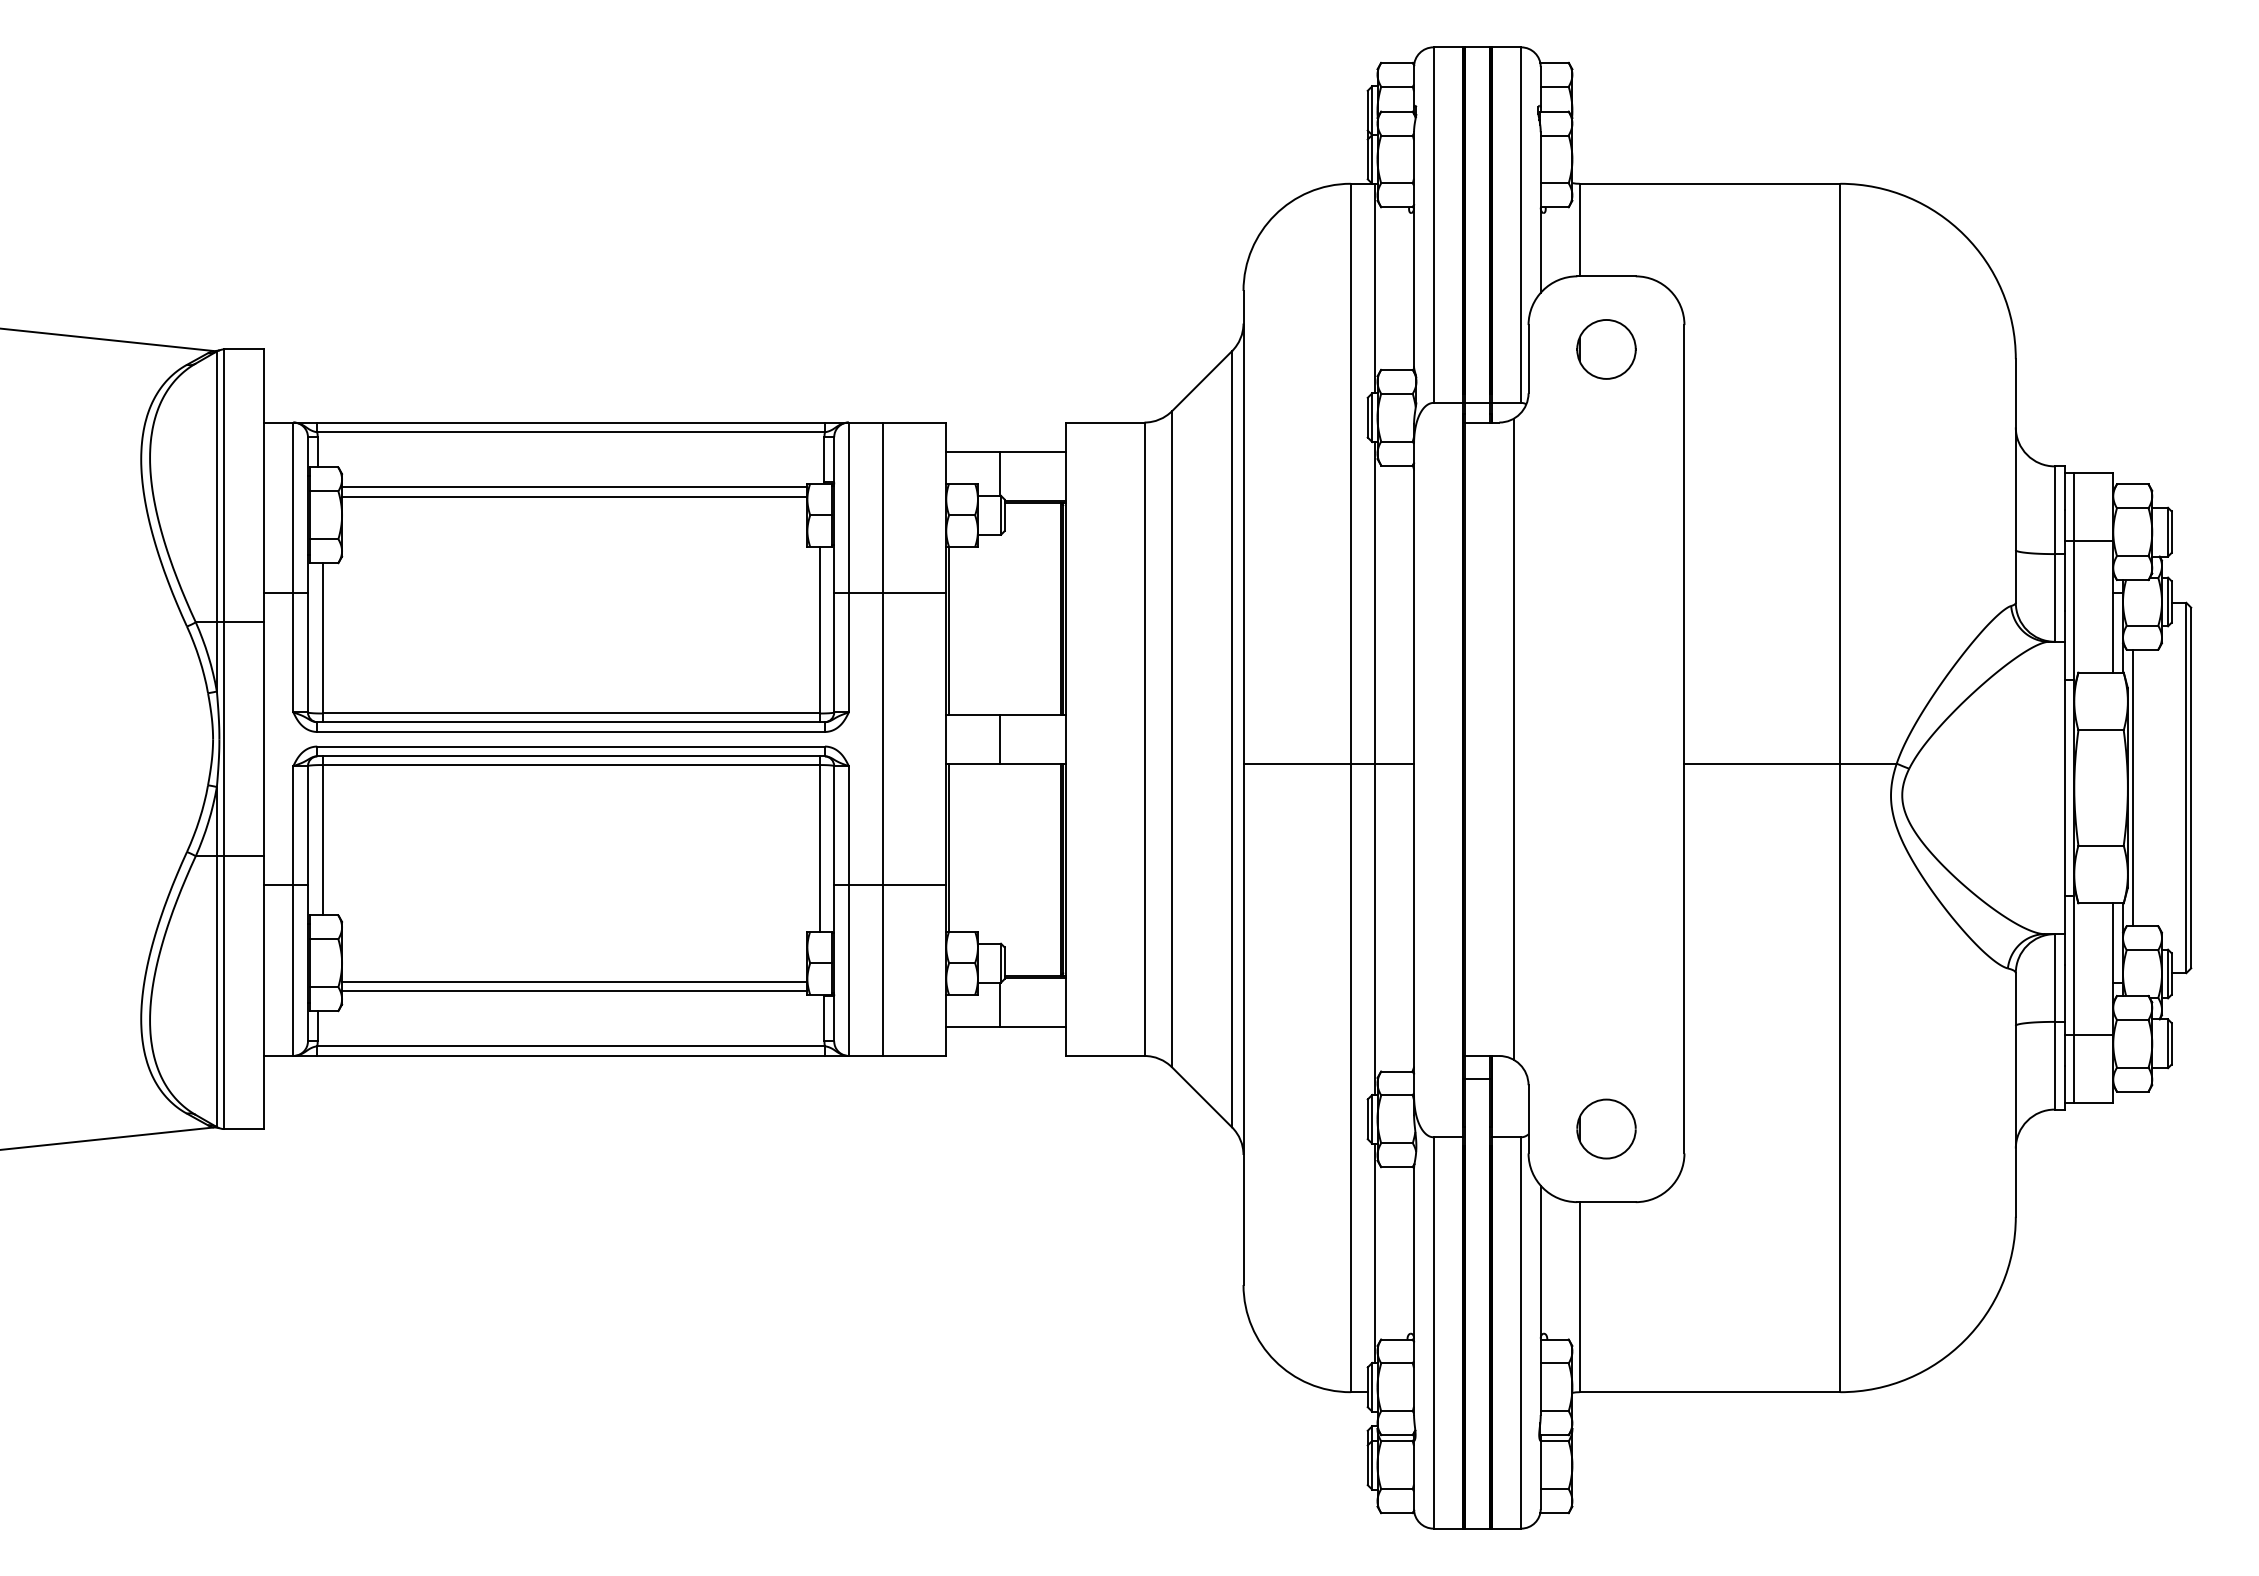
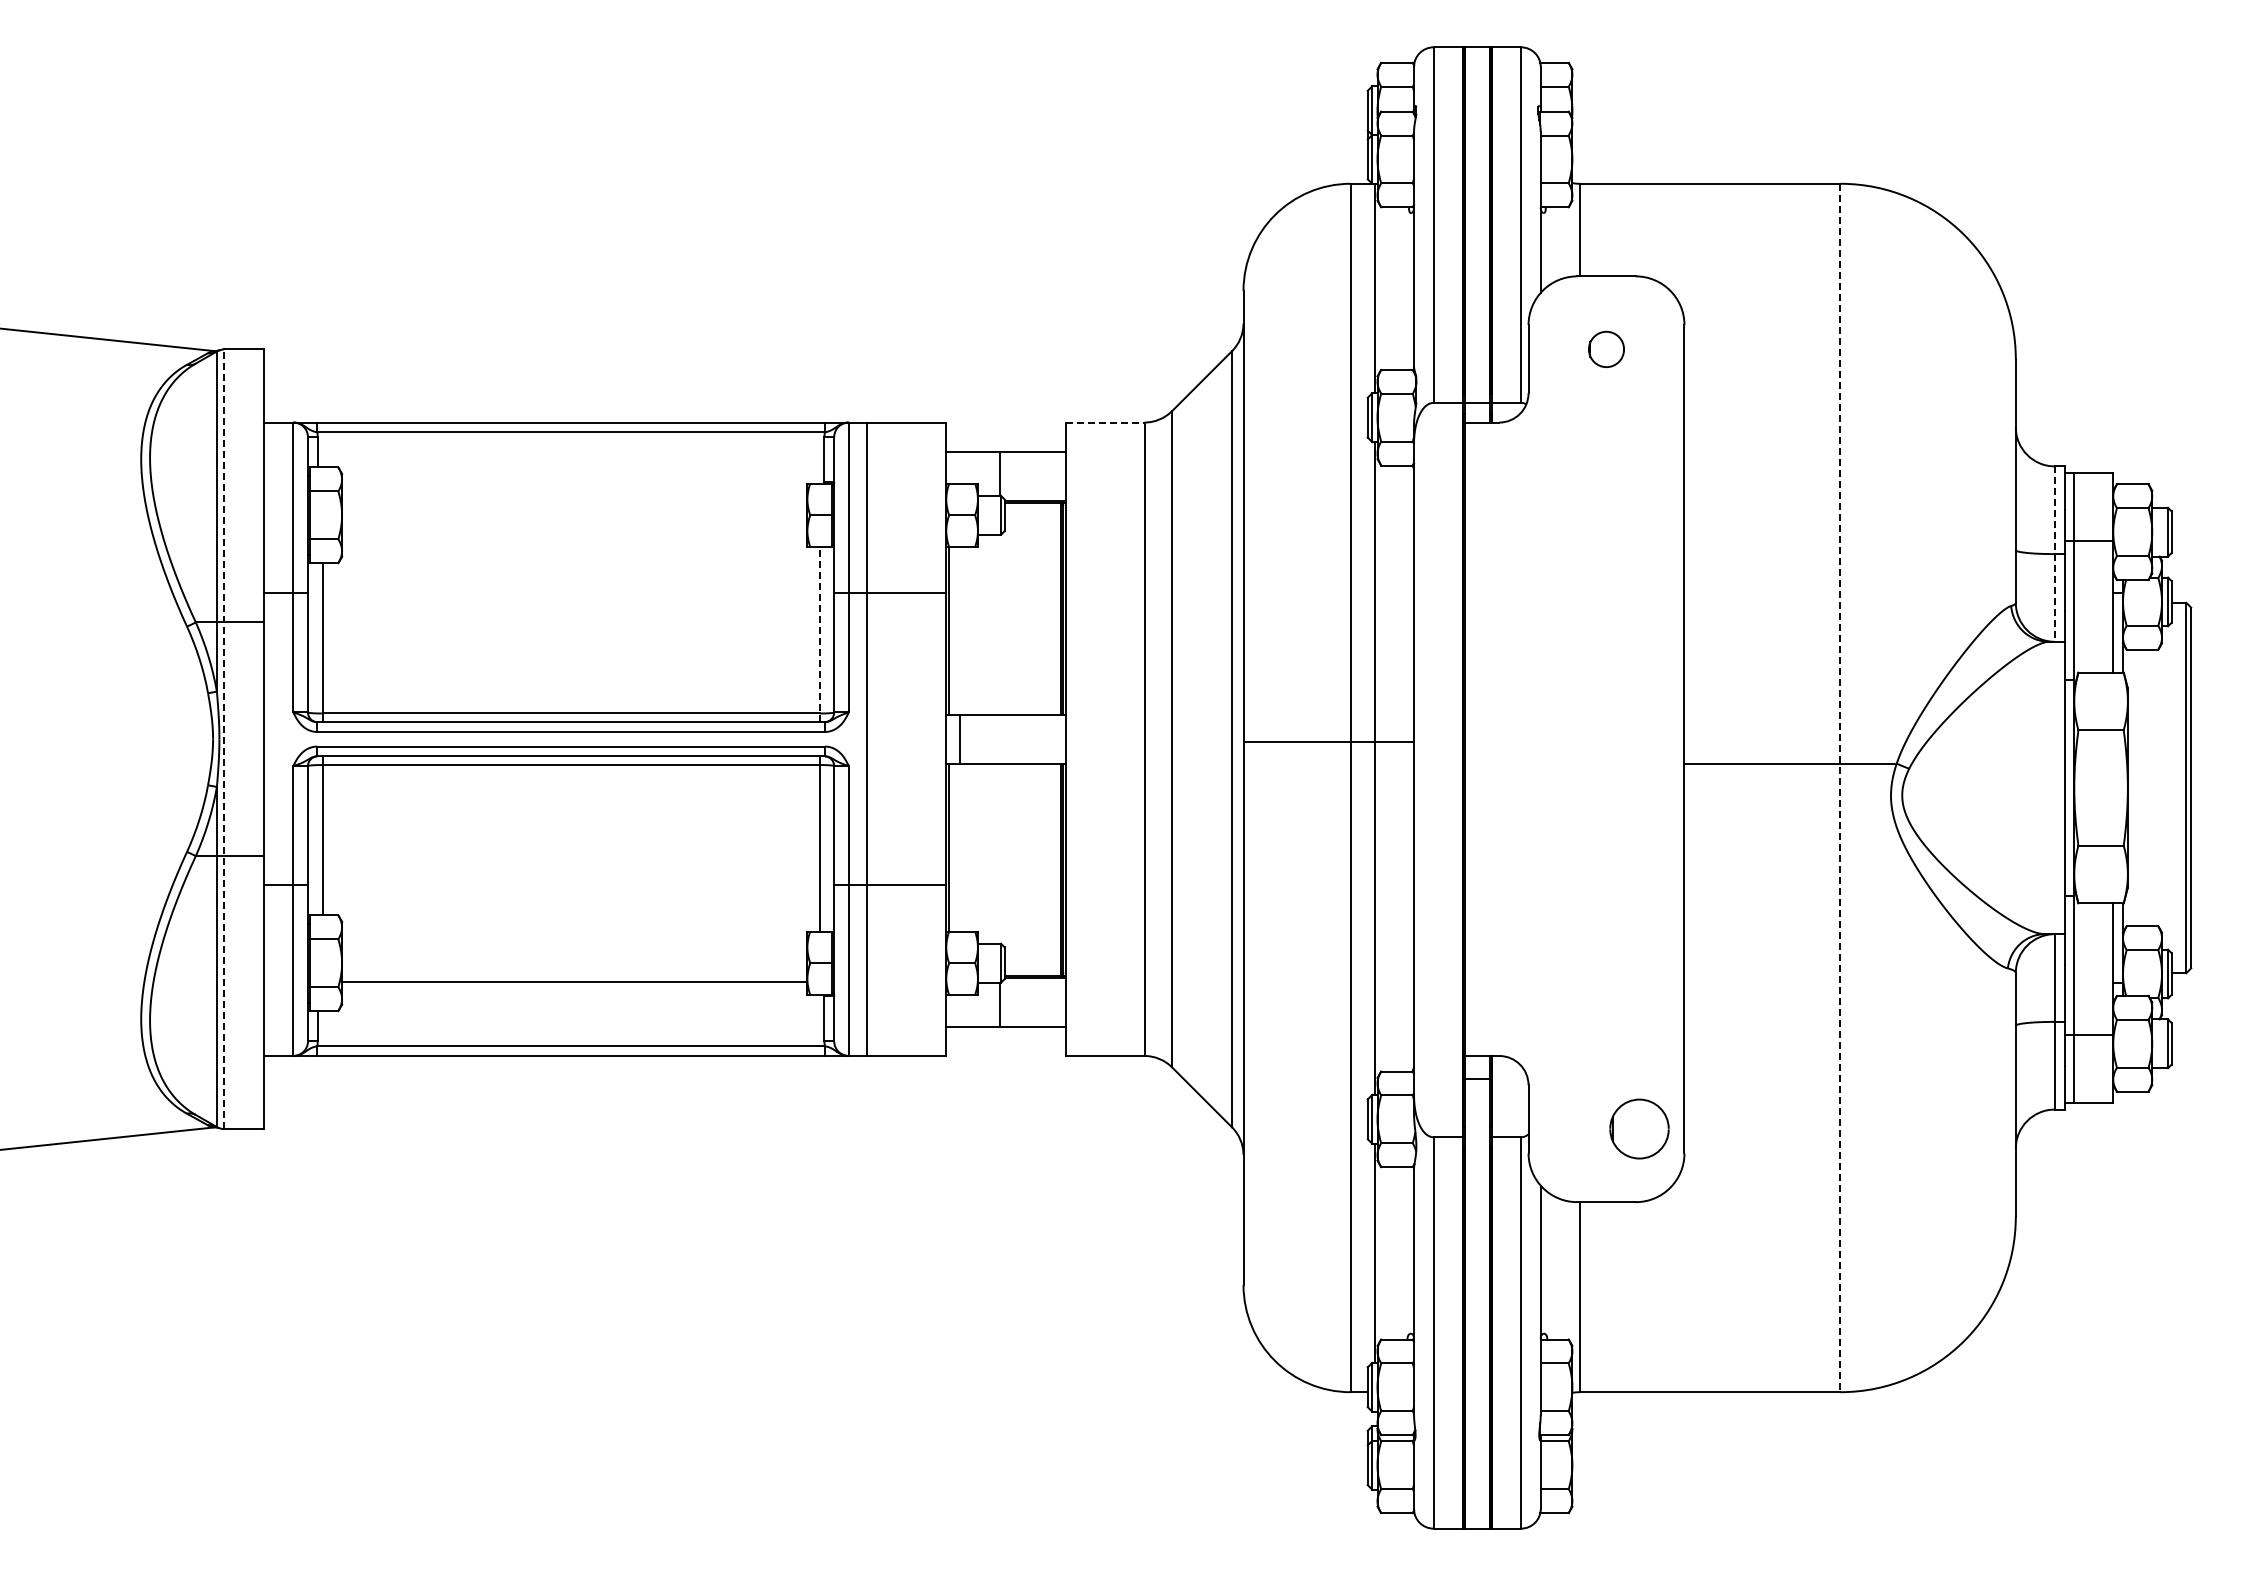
part at (1606, 349) size: 61x61 px -> 37x38 px
line at (1105, 422): solid -> dashed
line at (574, 487): present -> none
line at (574, 497): present -> none
line at (2054, 554): solid -> dashed
line at (819, 634): solid -> dashed
line at (882, 738) position: (882, 738) -> (866, 738)
line at (999, 738) position: (999, 738) -> (959, 738)
line at (1513, 738): present -> none
line at (224, 739): solid -> dashed
line at (1328, 763) position: (1328, 763) -> (1328, 741)
line at (2132, 787): present -> none
line at (1840, 788): solid -> dashed
line at (574, 991): present -> none
part at (1606, 1128) position: (1606, 1128) -> (1639, 1128)
